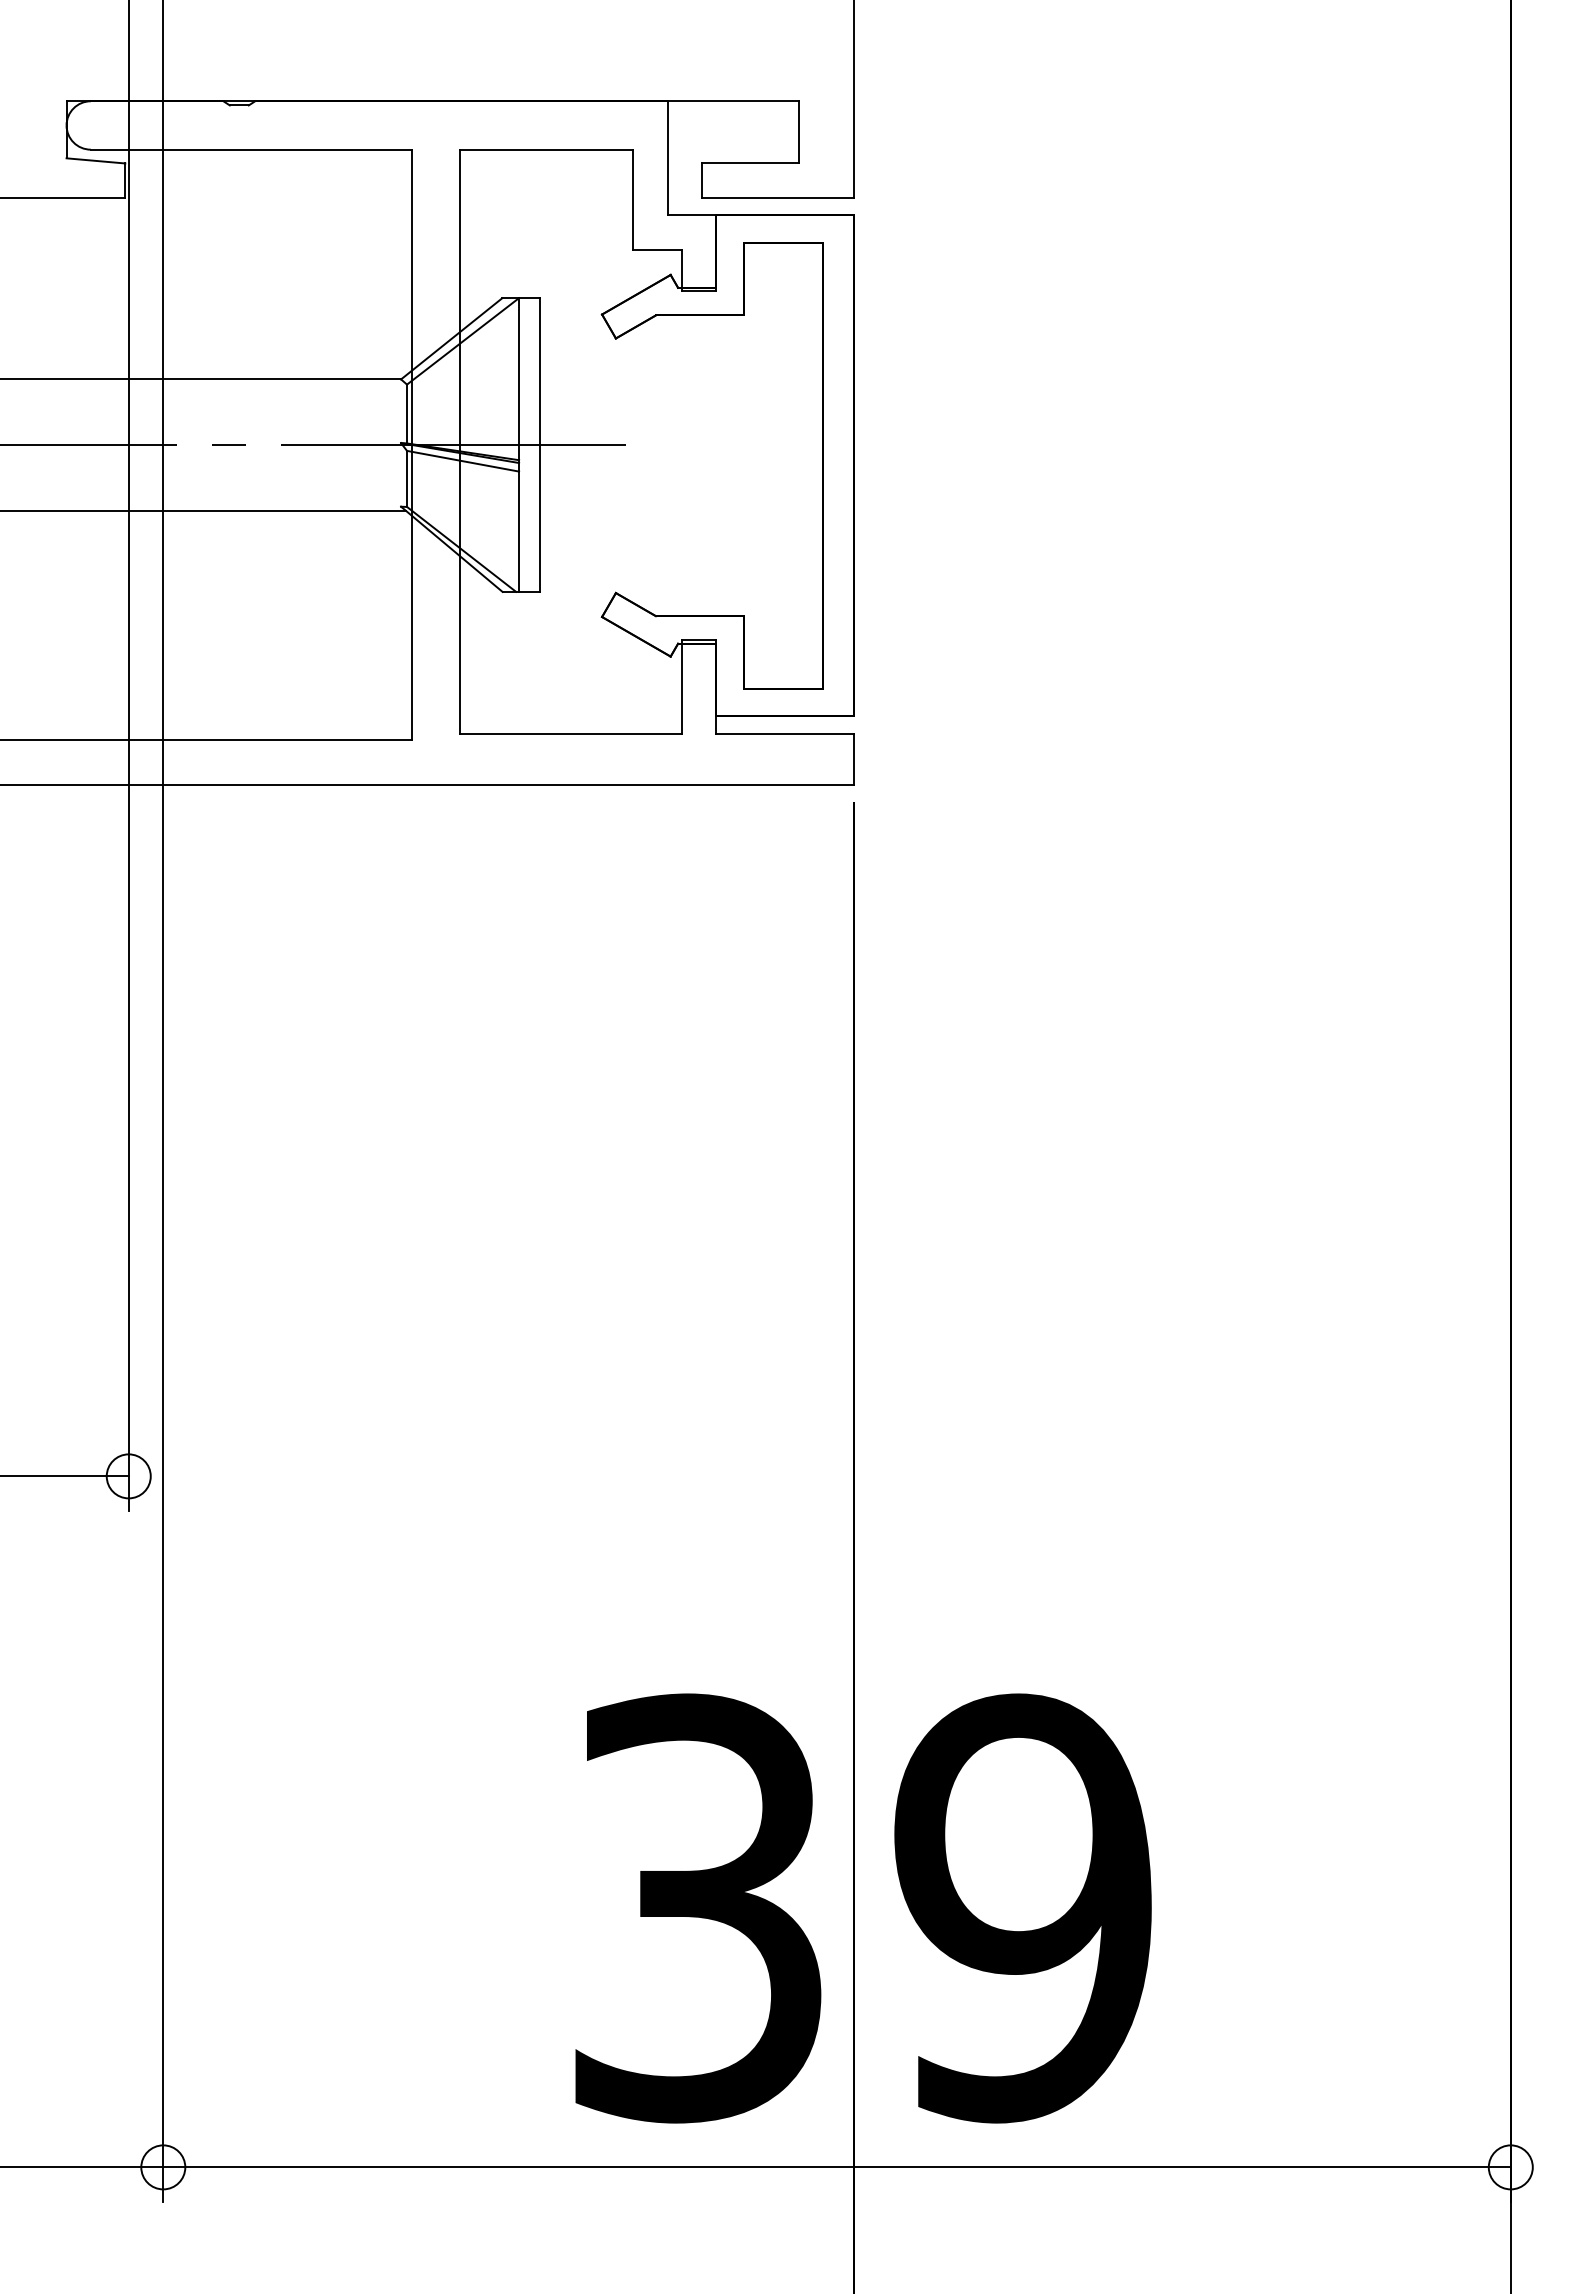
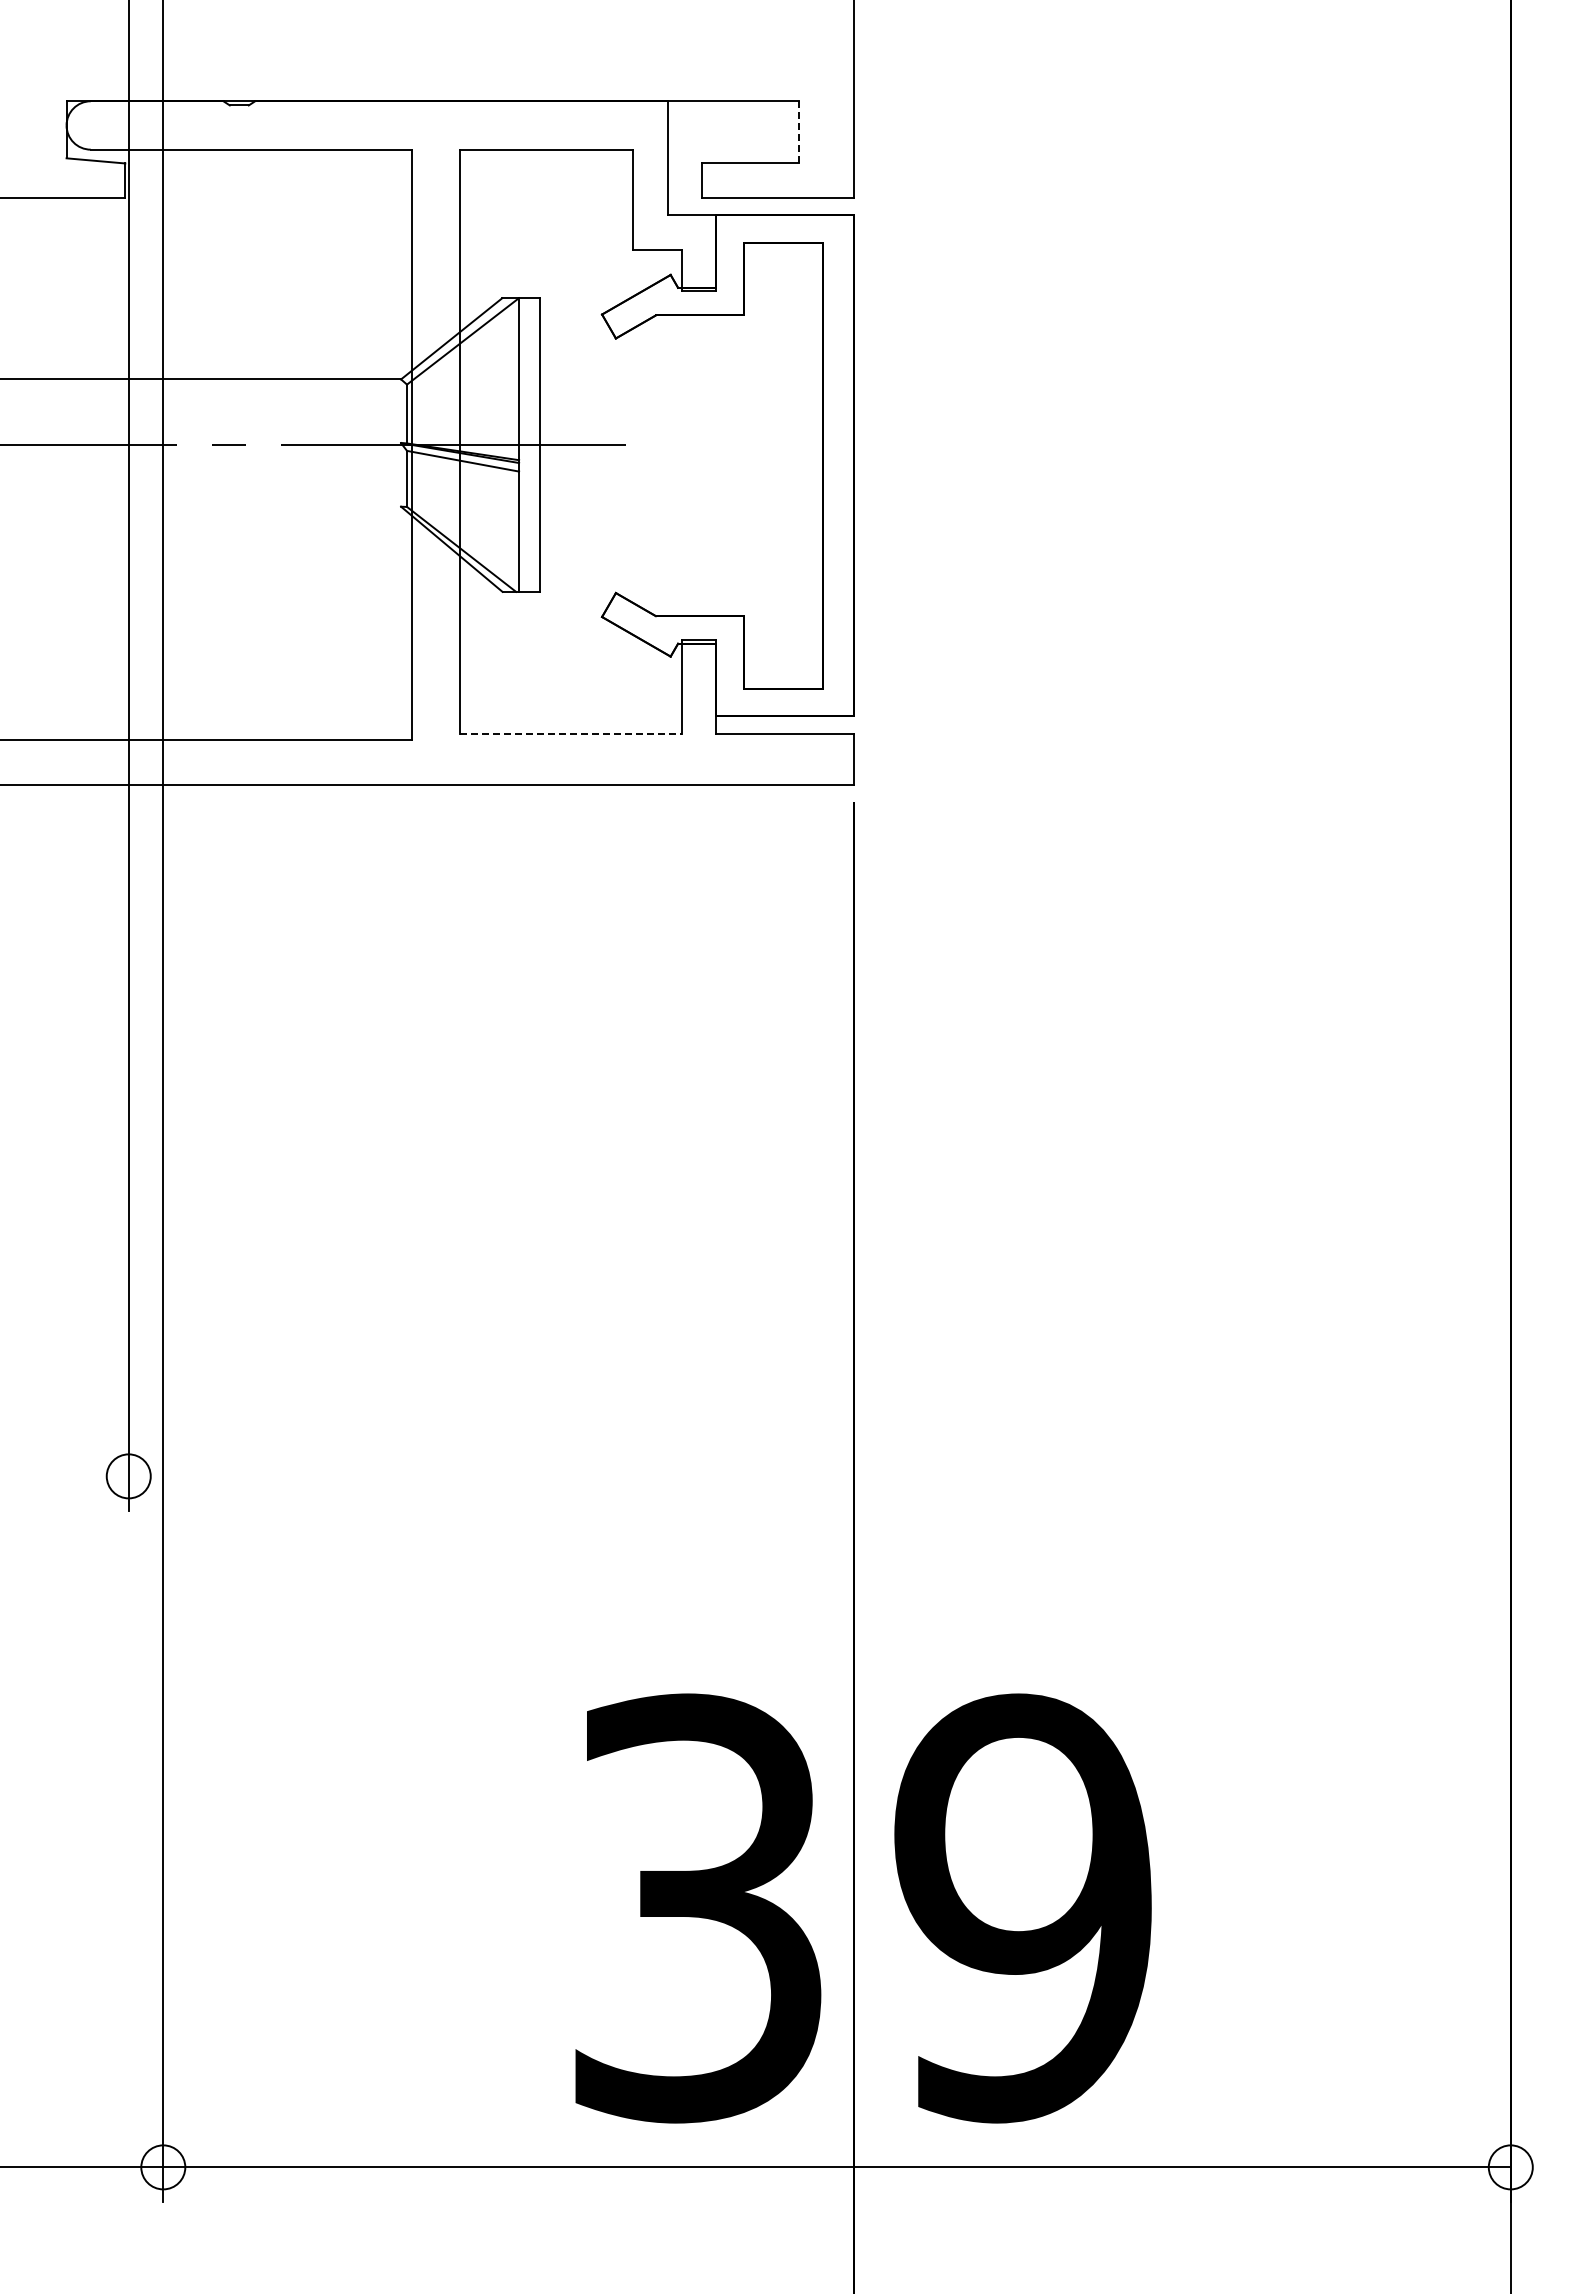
line at (799, 132): solid -> dashed
line at (203, 510): present -> none
line at (571, 733): solid -> dashed
line at (65, 1476): present -> none
